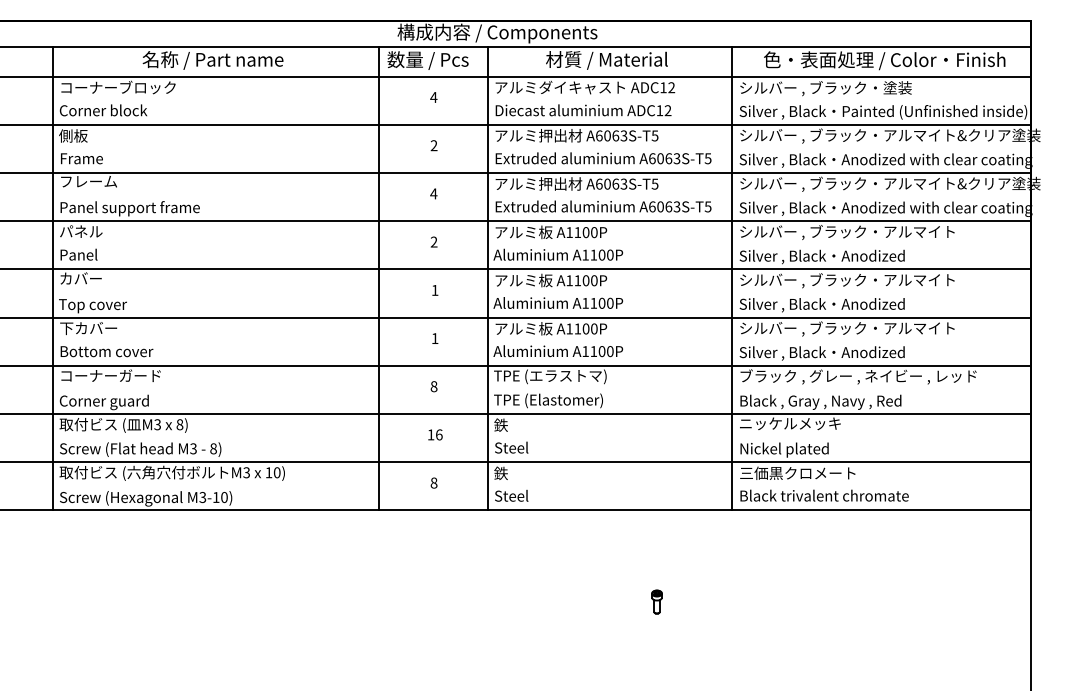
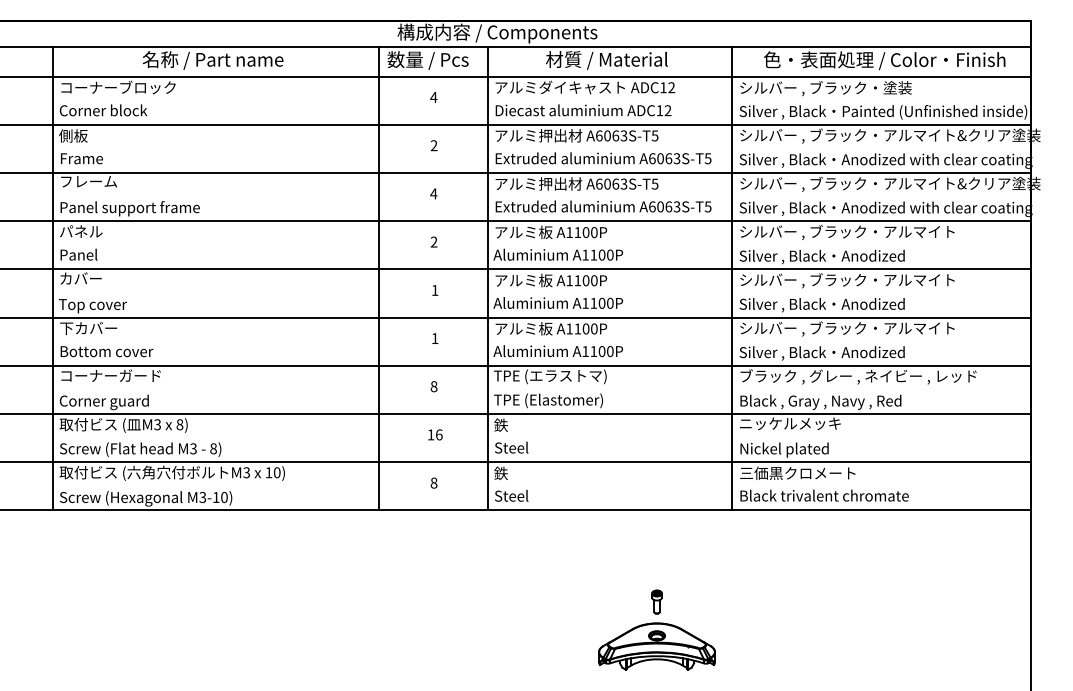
part at (656, 646): none -> present
